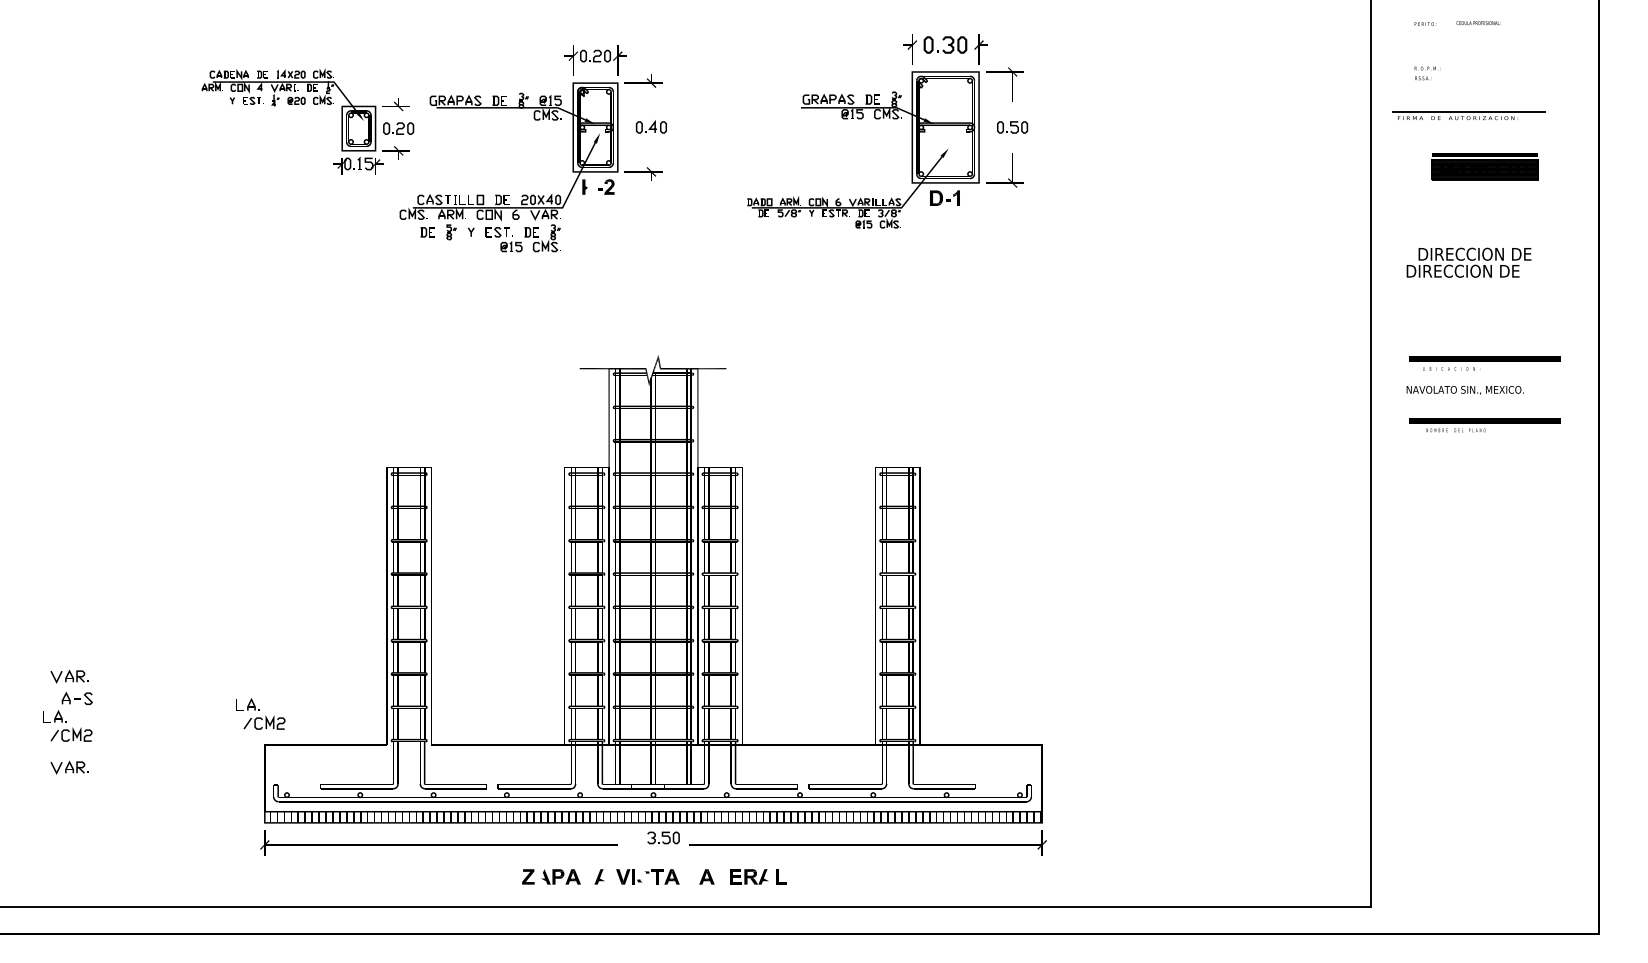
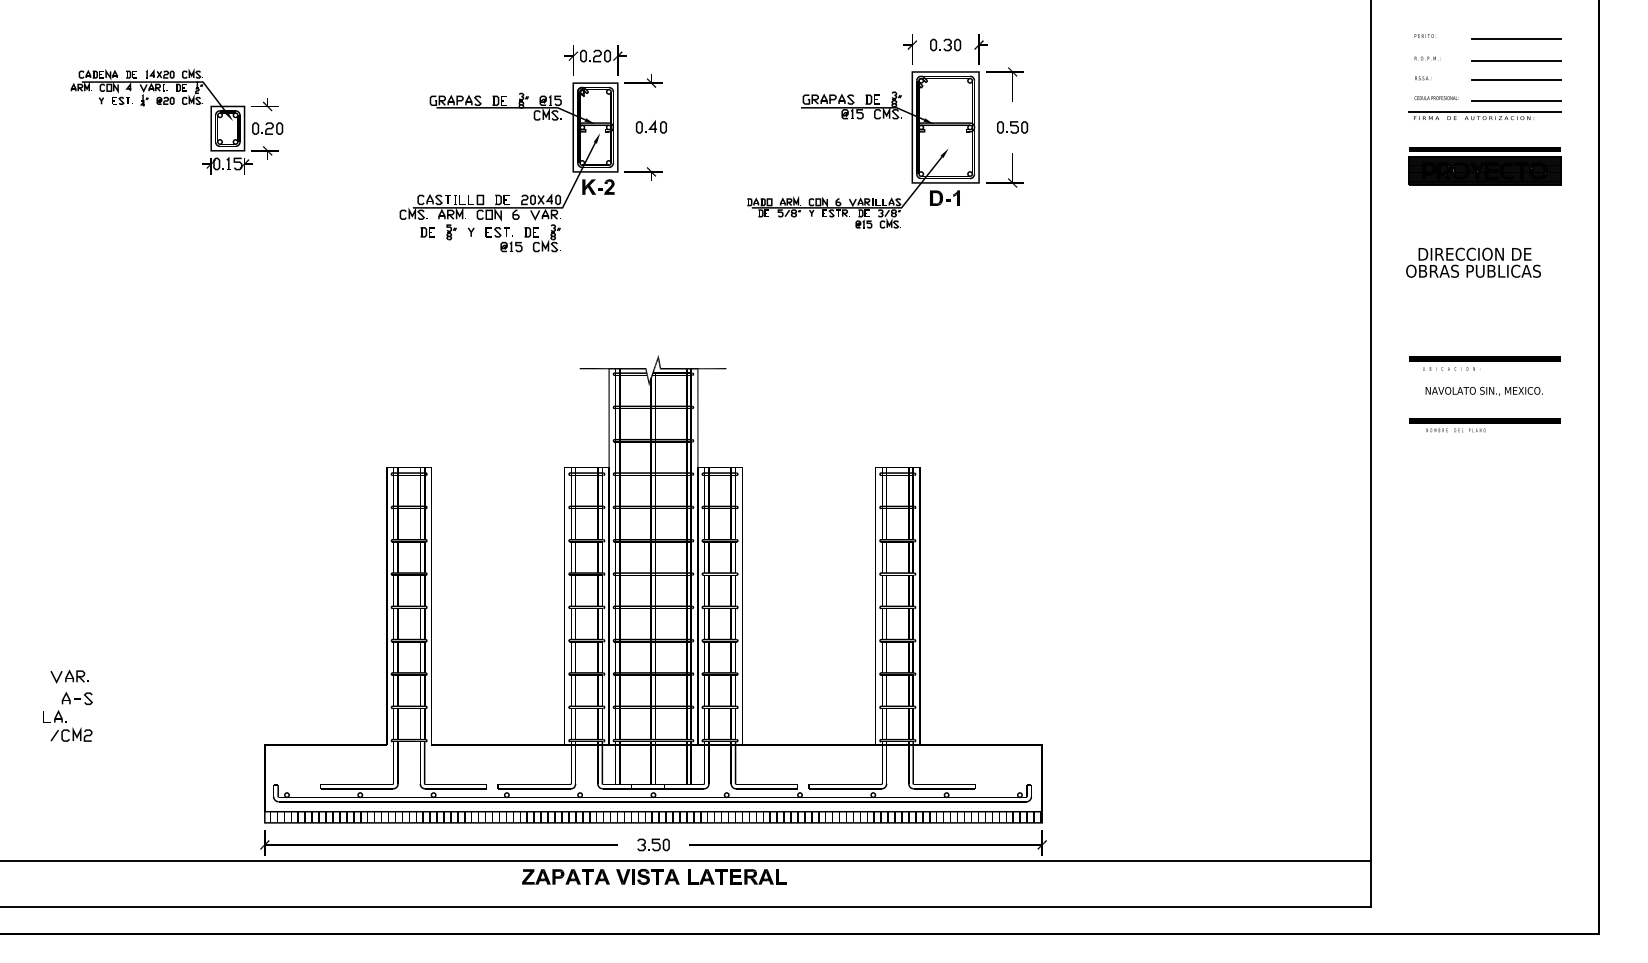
text at (1424, 23) position: (1424, 23) -> (1424, 35)
text at (1478, 23) position: (1478, 23) -> (1436, 98)
line at (1516, 38): none -> present
part at (945, 44) size: 45x18 px -> 32x14 px
line at (1516, 61): none -> present
text at (1427, 68) position: (1427, 68) -> (1427, 58)
line at (1516, 80): none -> present
line at (1516, 100): none -> present
part at (304, 104) position: (304, 104) -> (173, 104)
part at (1468, 115) position: (1468, 115) -> (1484, 115)
part at (1484, 166) size: 108x28 px -> 154x39 px
fill at (590, 186): none -> present
text at (1473, 270): DIRECCION DE -> OBRAS PUBLICAS
text at (1464, 390) position: (1464, 390) -> (1483, 391)
part at (260, 713): present -> none
part at (69, 767): present -> none
part at (663, 837) position: (663, 837) -> (653, 844)
line at (686, 860): none -> present
fill at (540, 876): none -> present
fill at (587, 876): none -> present
fill at (604, 876): none -> present
fill at (643, 876): none -> present
fill at (692, 876): none -> present
fill at (721, 876): none -> present
fill at (768, 876): none -> present
